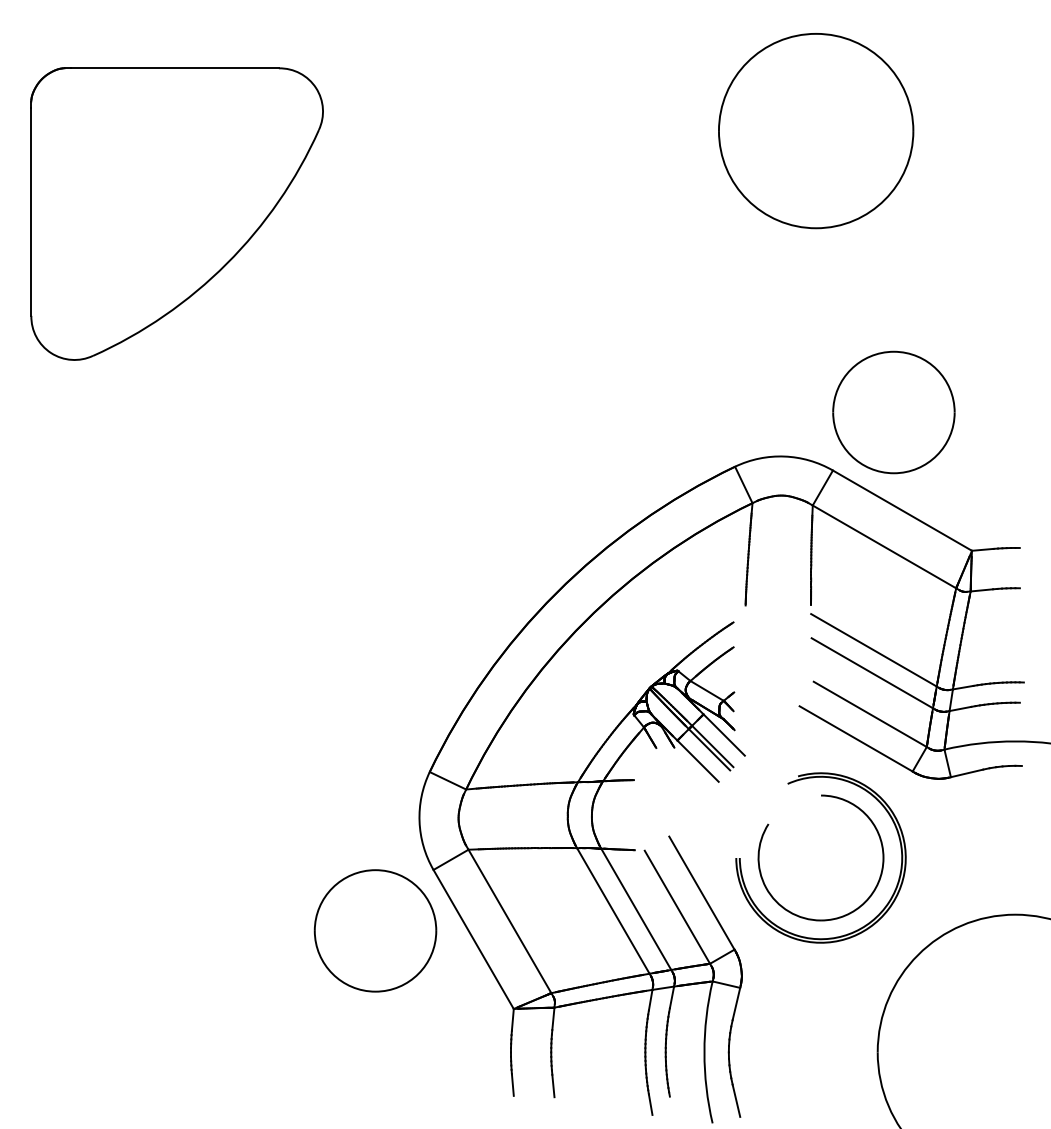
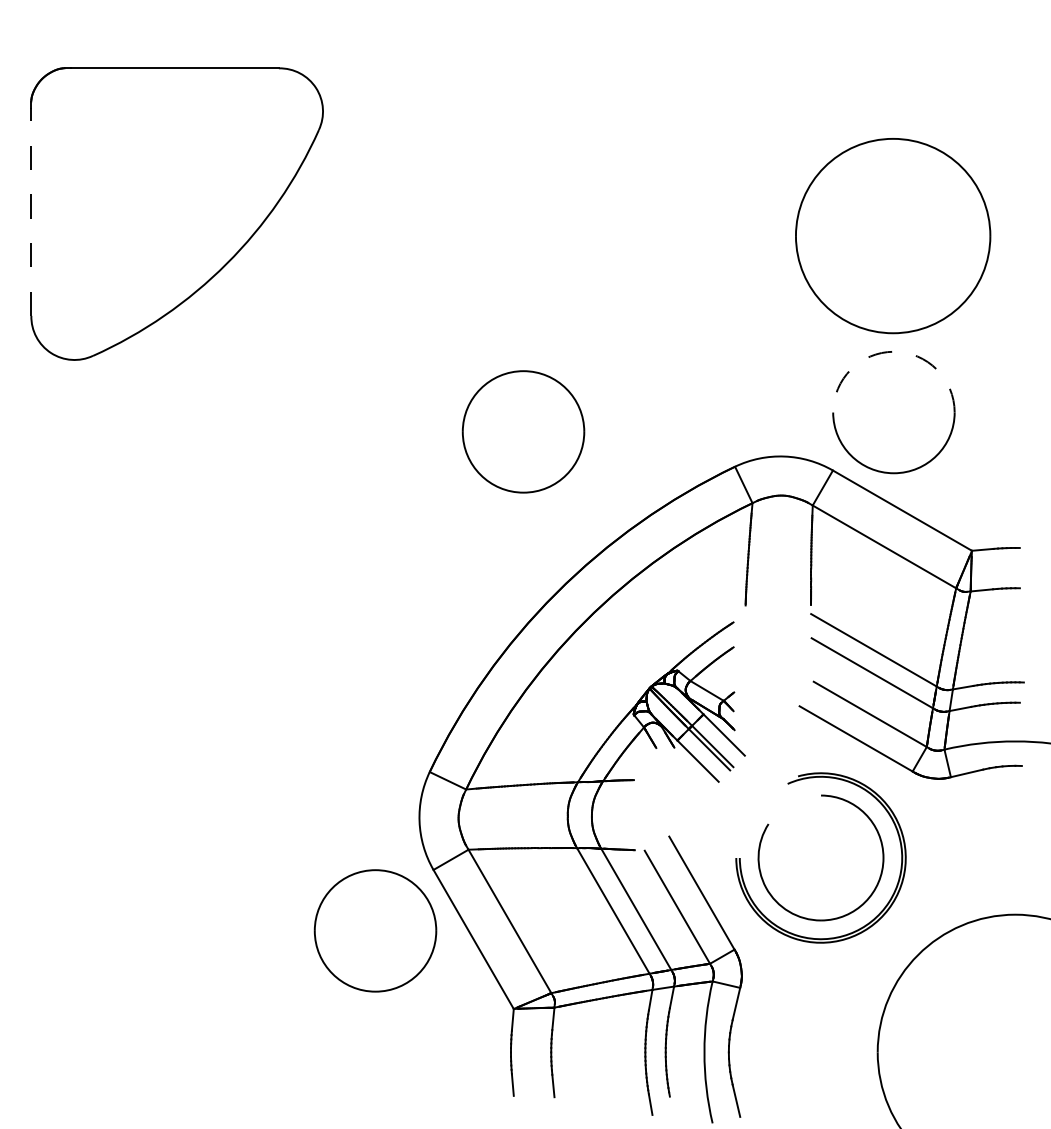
part at (816, 131) position: (816, 131) -> (893, 236)
line at (31, 212): solid -> dashed
arc at (893, 351): solid -> dashed
part at (523, 431): none -> present
